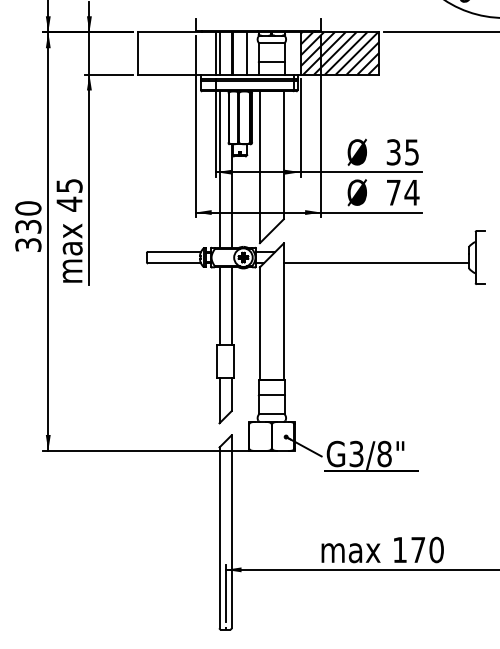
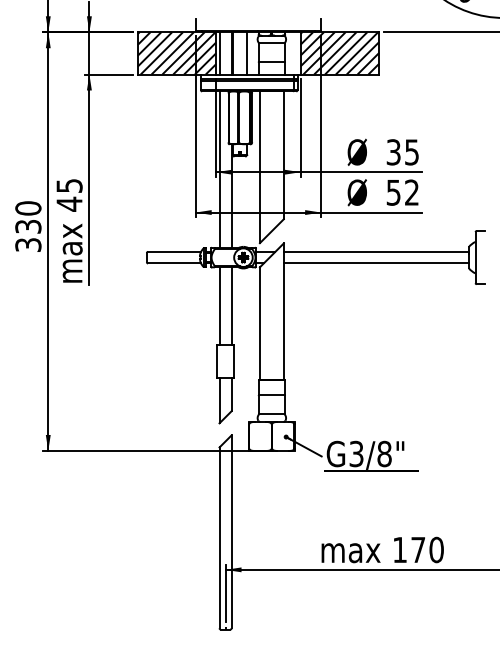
hatch at (176, 53): none -> present
text at (402, 192): 74 -> 52
line at (375, 251): none -> present
